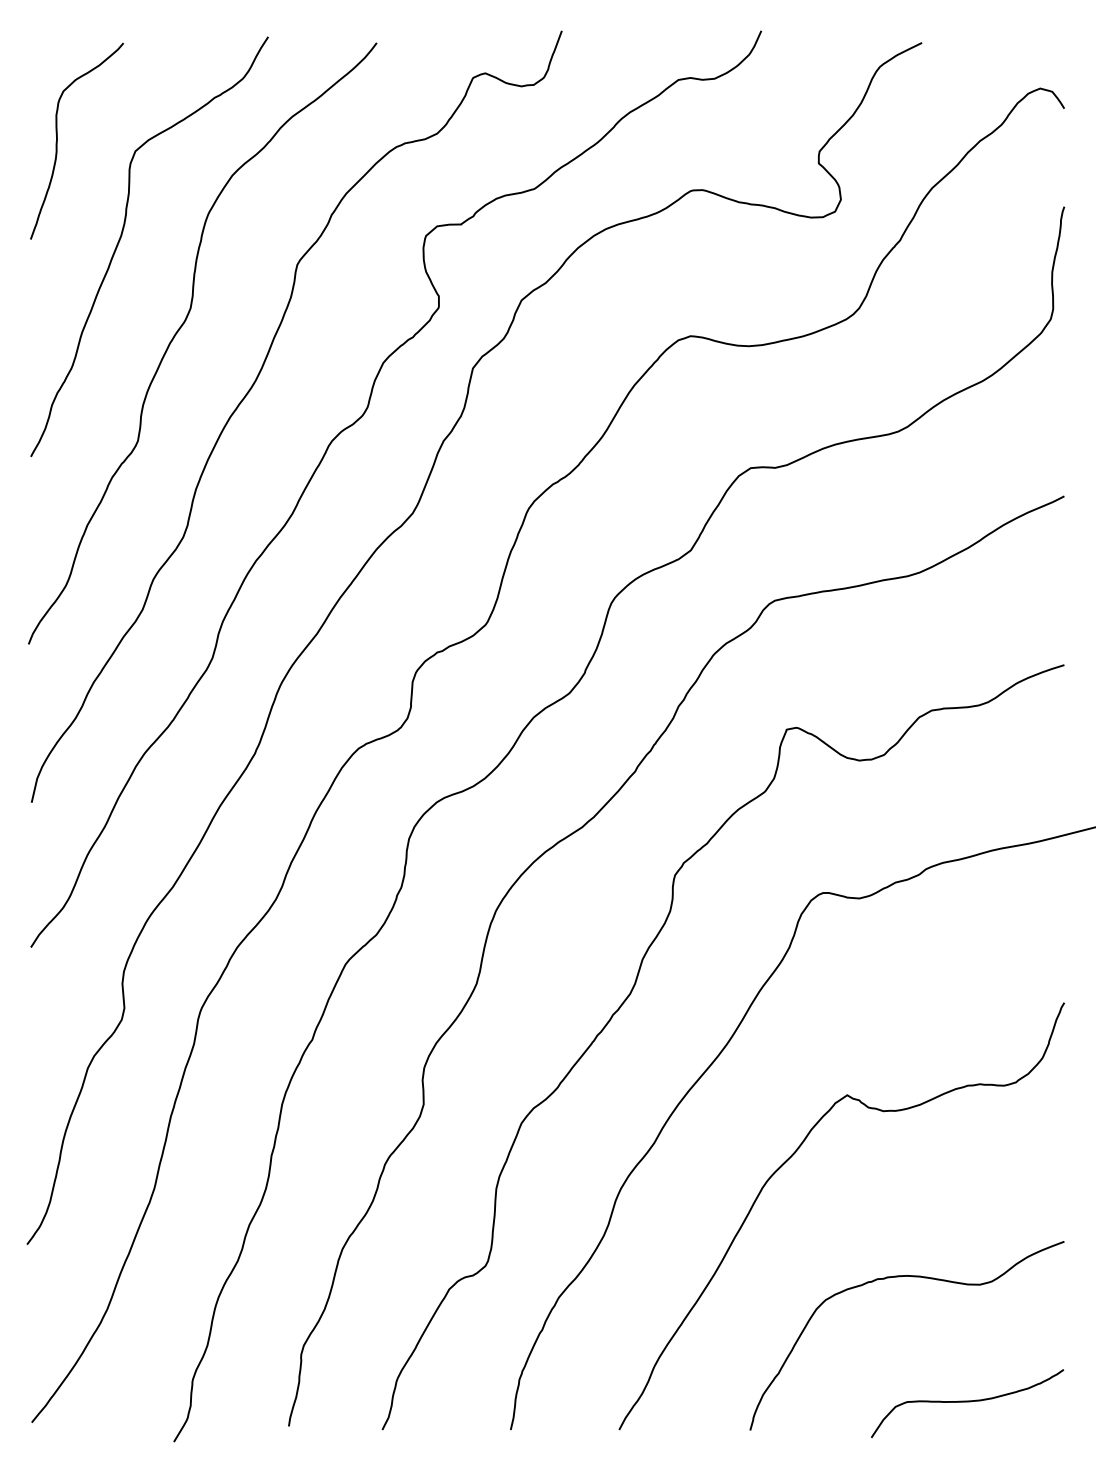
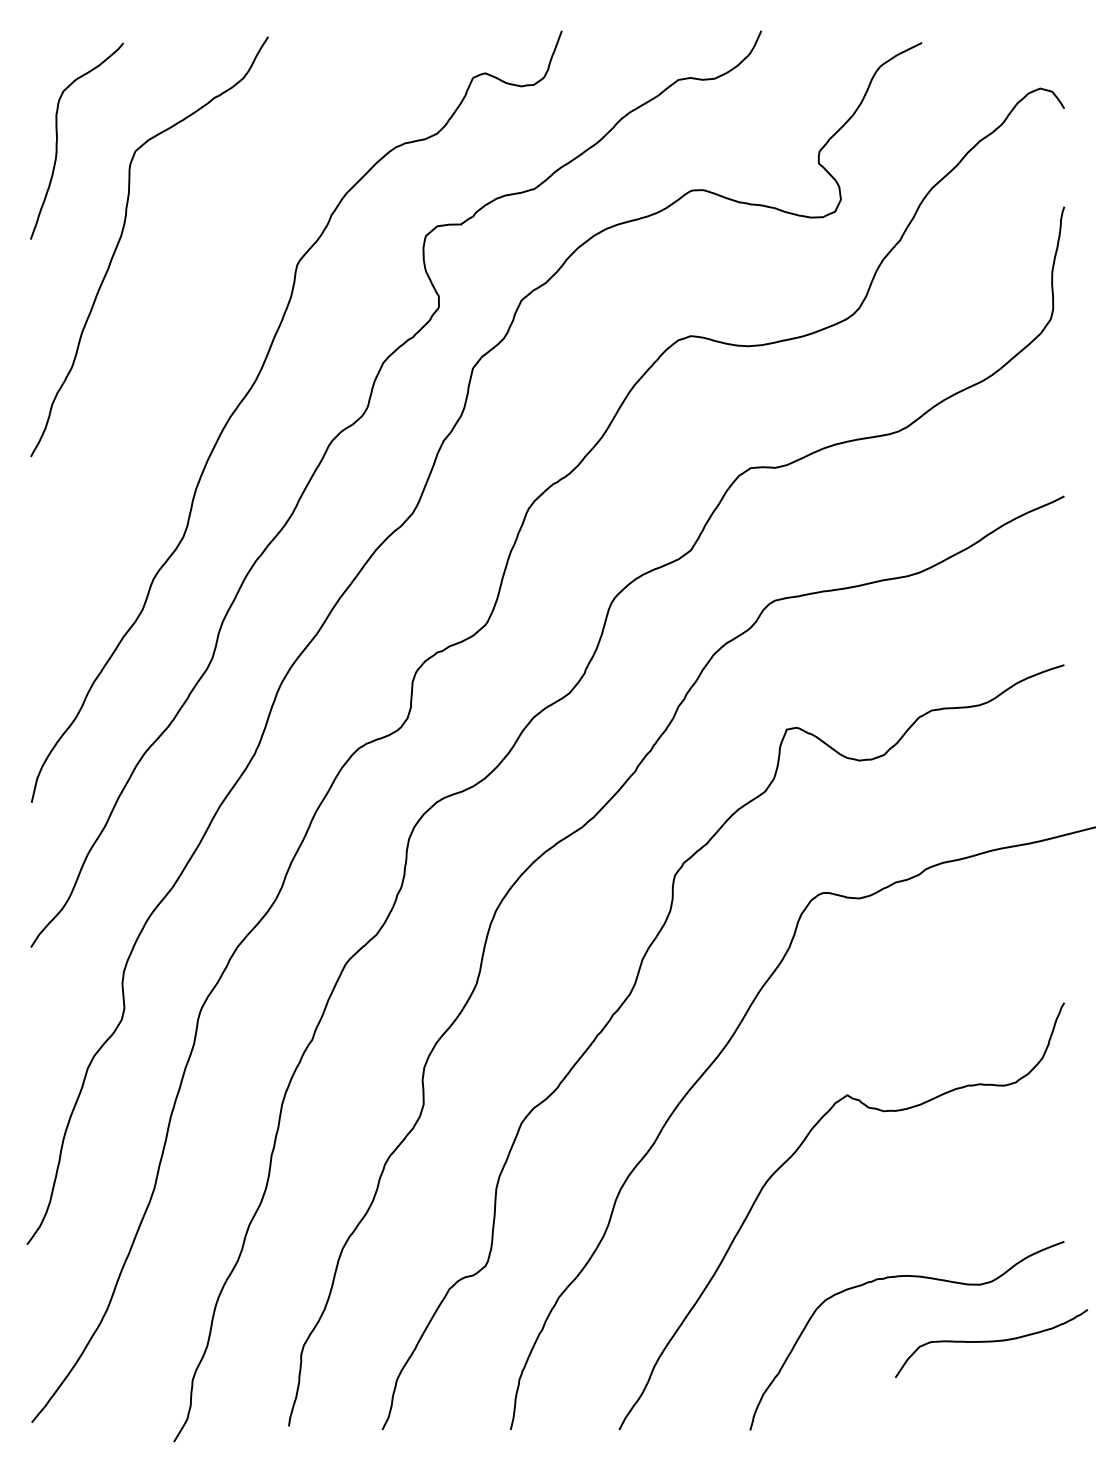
curve at (180, 329): present -> none
curve at (967, 1402) position: (967, 1402) -> (991, 1342)
